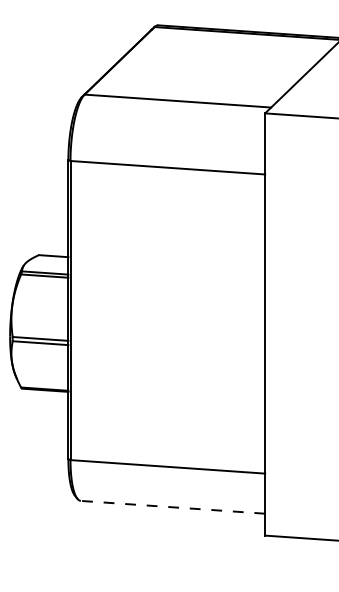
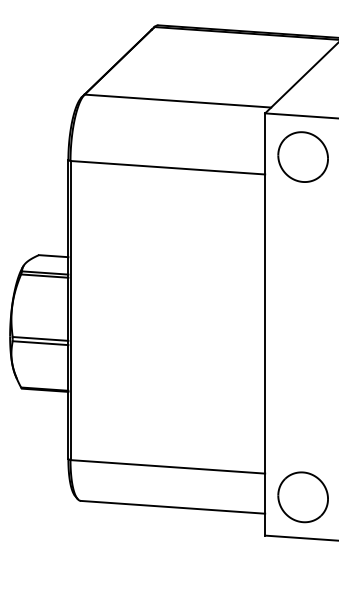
part at (302, 156): none -> present
part at (302, 497): none -> present
line at (172, 507): dashed -> solid
